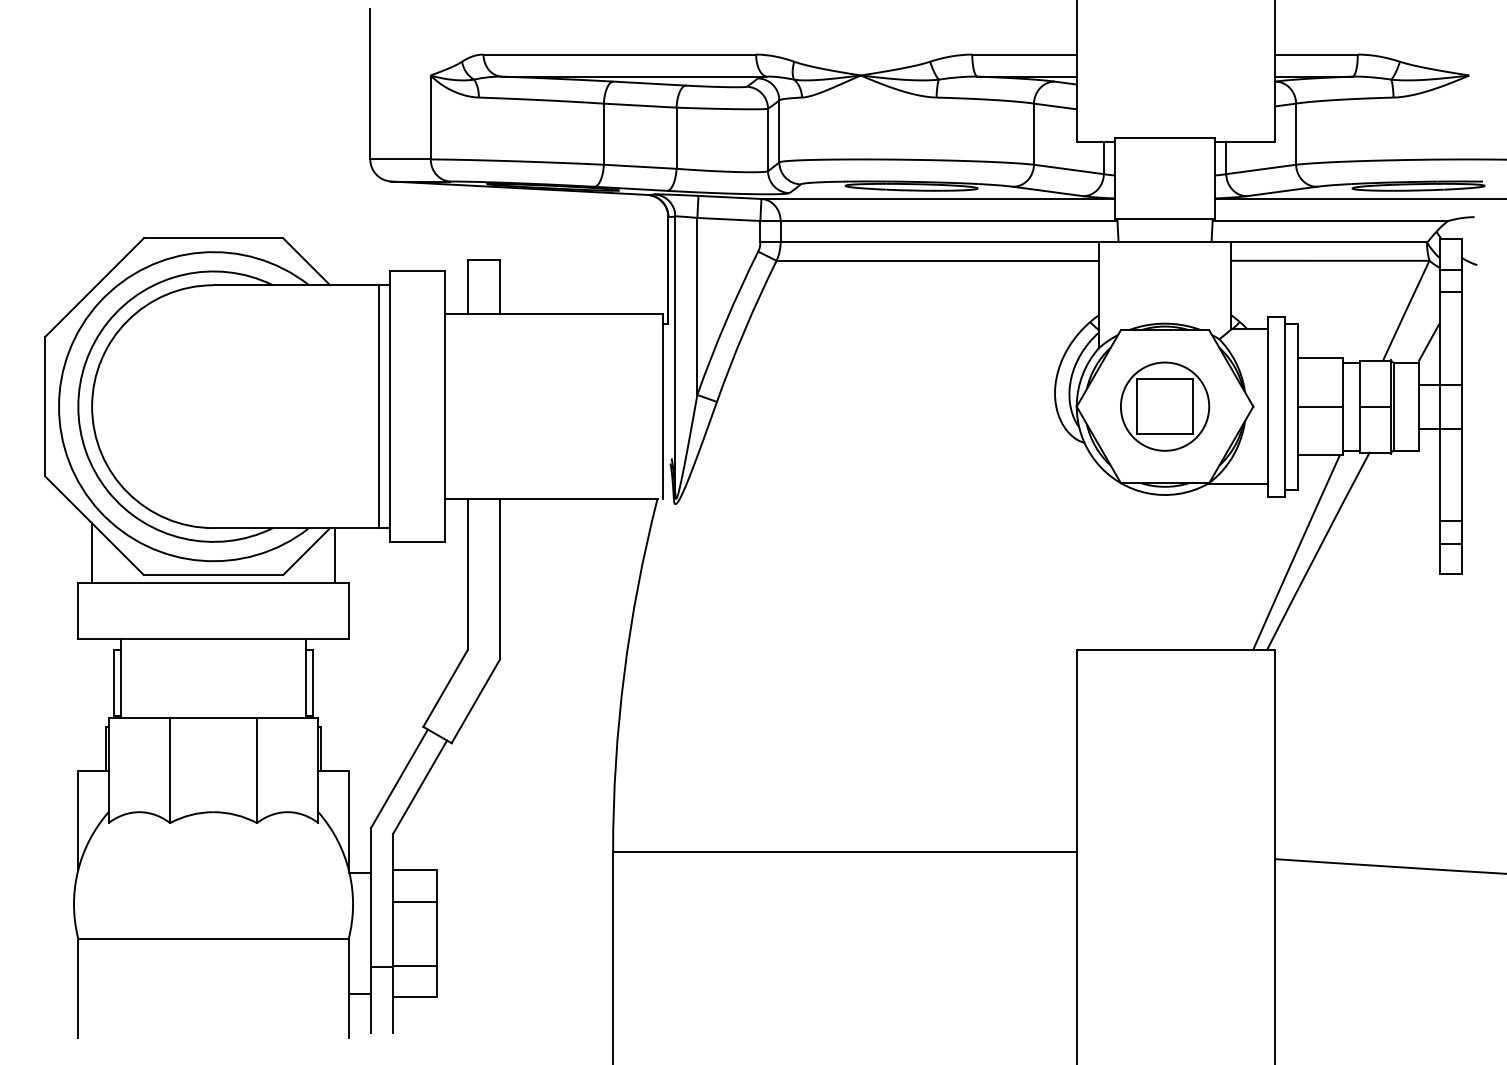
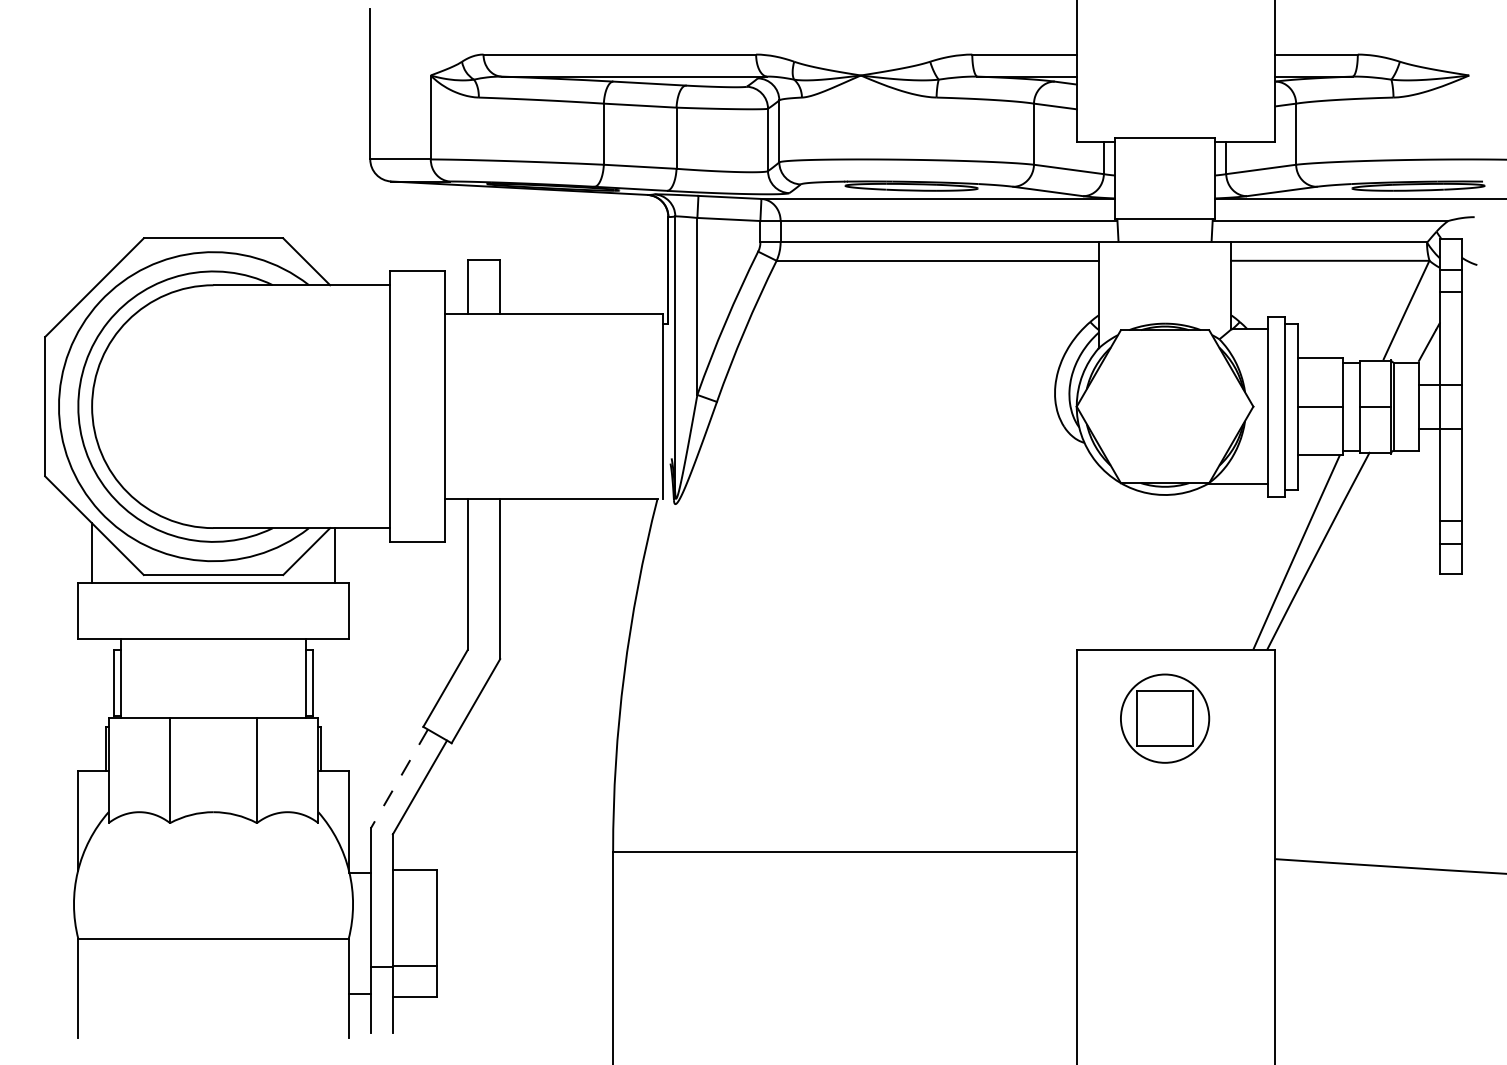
line at (379, 406): present -> none
part at (1165, 406) position: (1165, 406) -> (1165, 718)
line at (399, 779): solid -> dashed
line at (414, 901): present -> none
